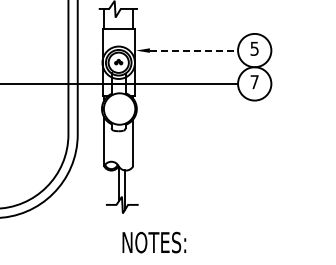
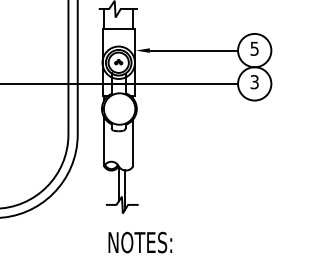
line at (194, 50): dashed -> solid
text at (254, 82): 7 -> 3
text at (154, 242) position: (154, 242) -> (140, 242)
